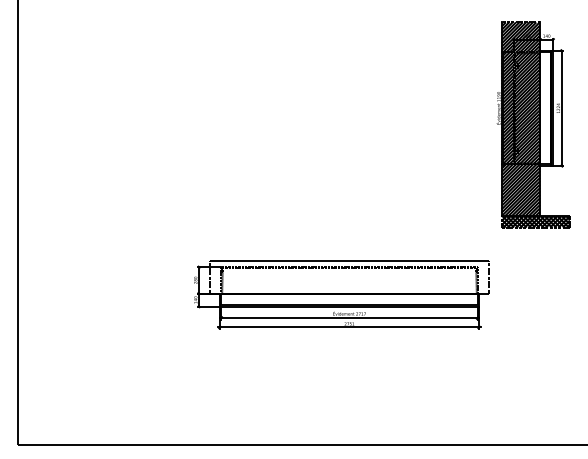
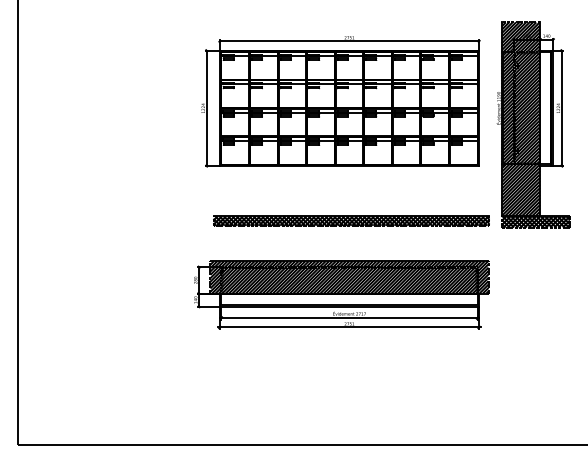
part at (340, 101): none -> present
part at (351, 220): none -> present
hatch at (349, 277): none -> present
